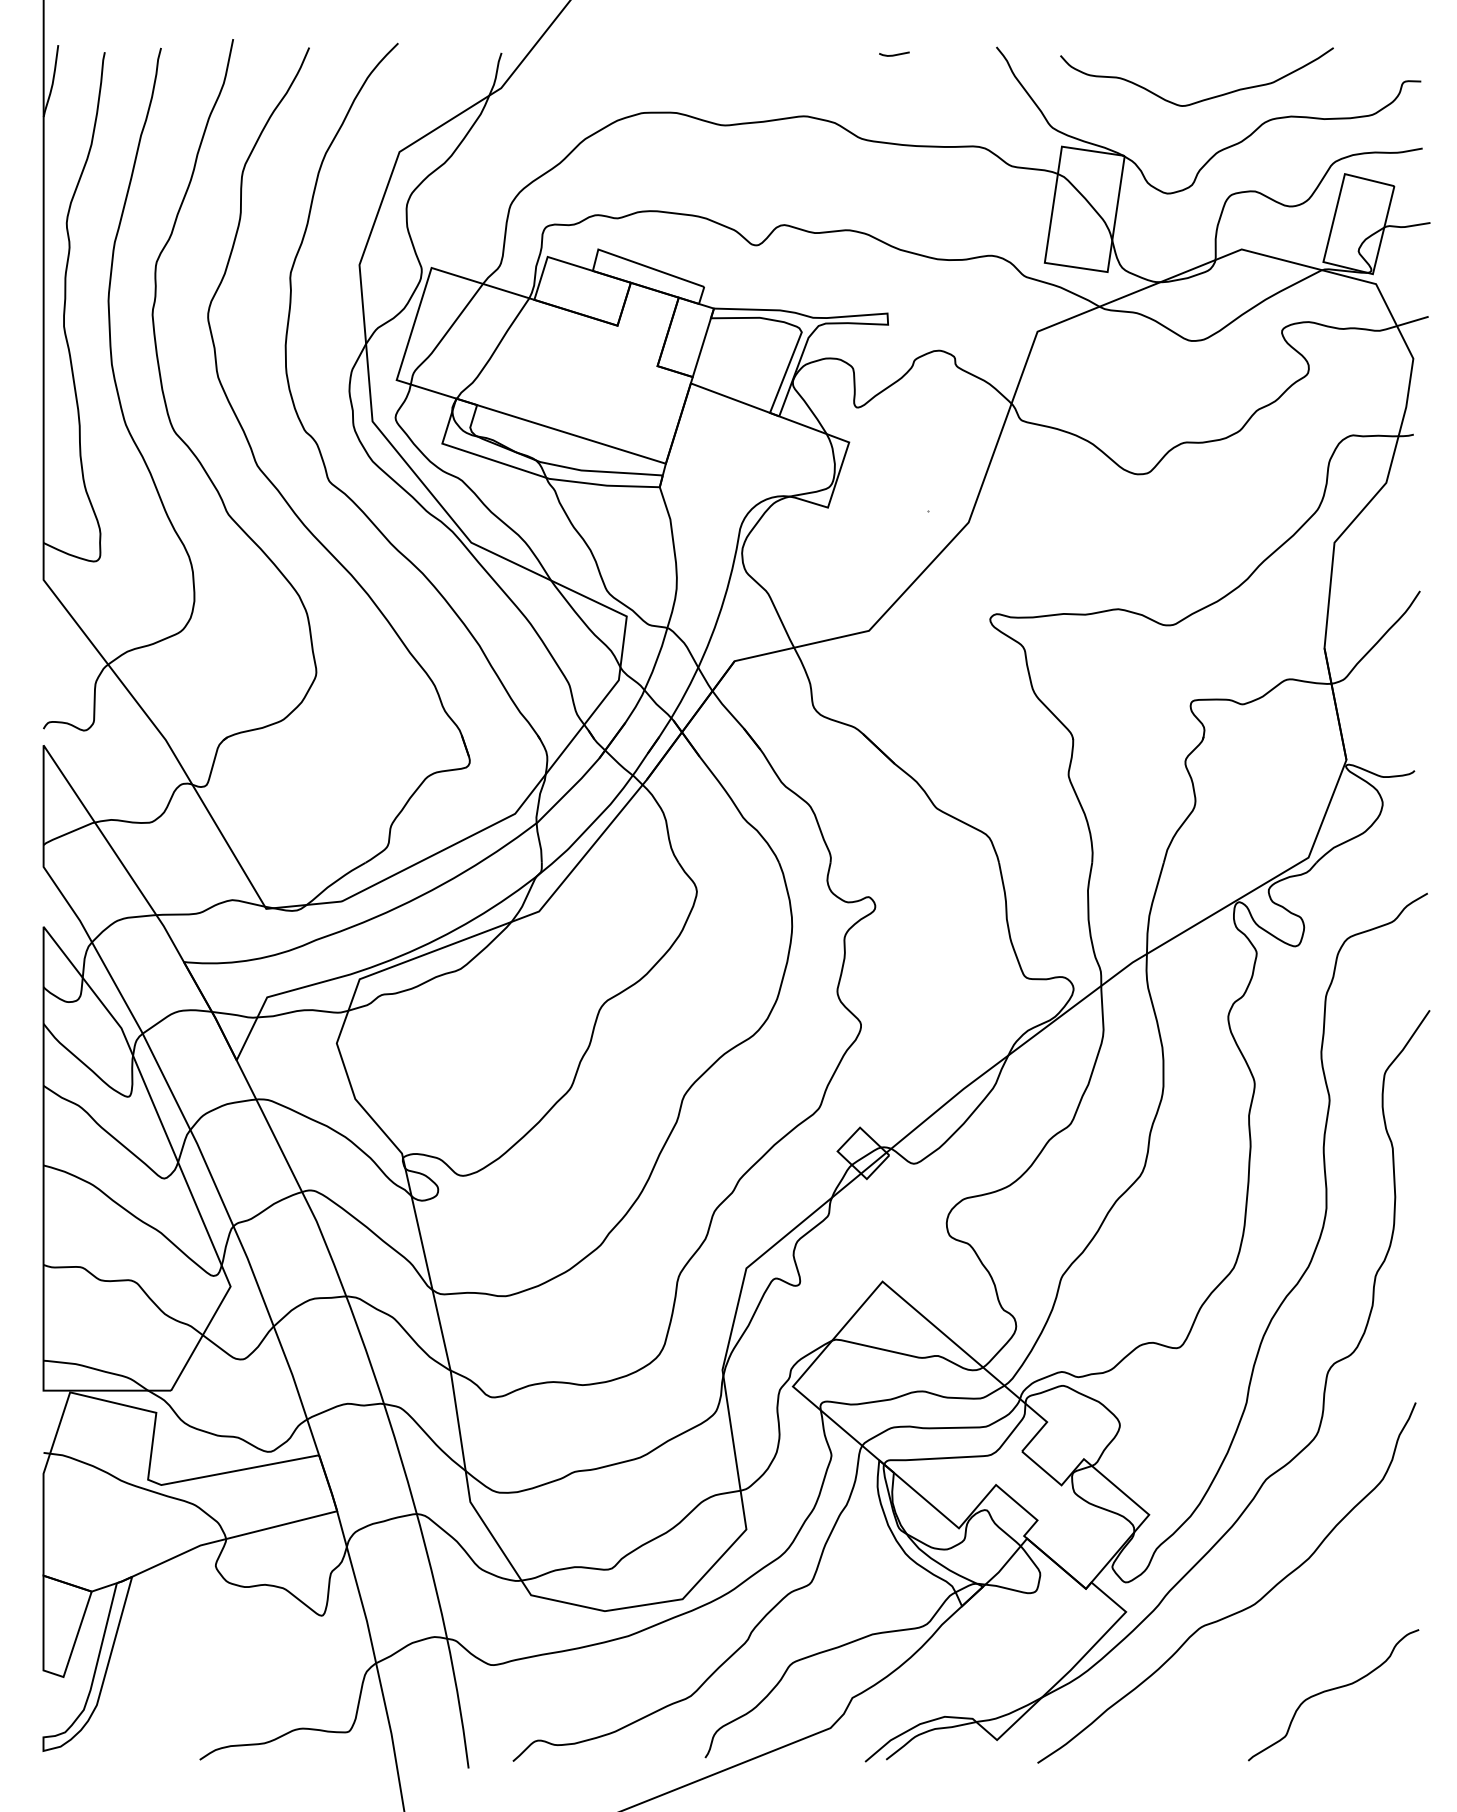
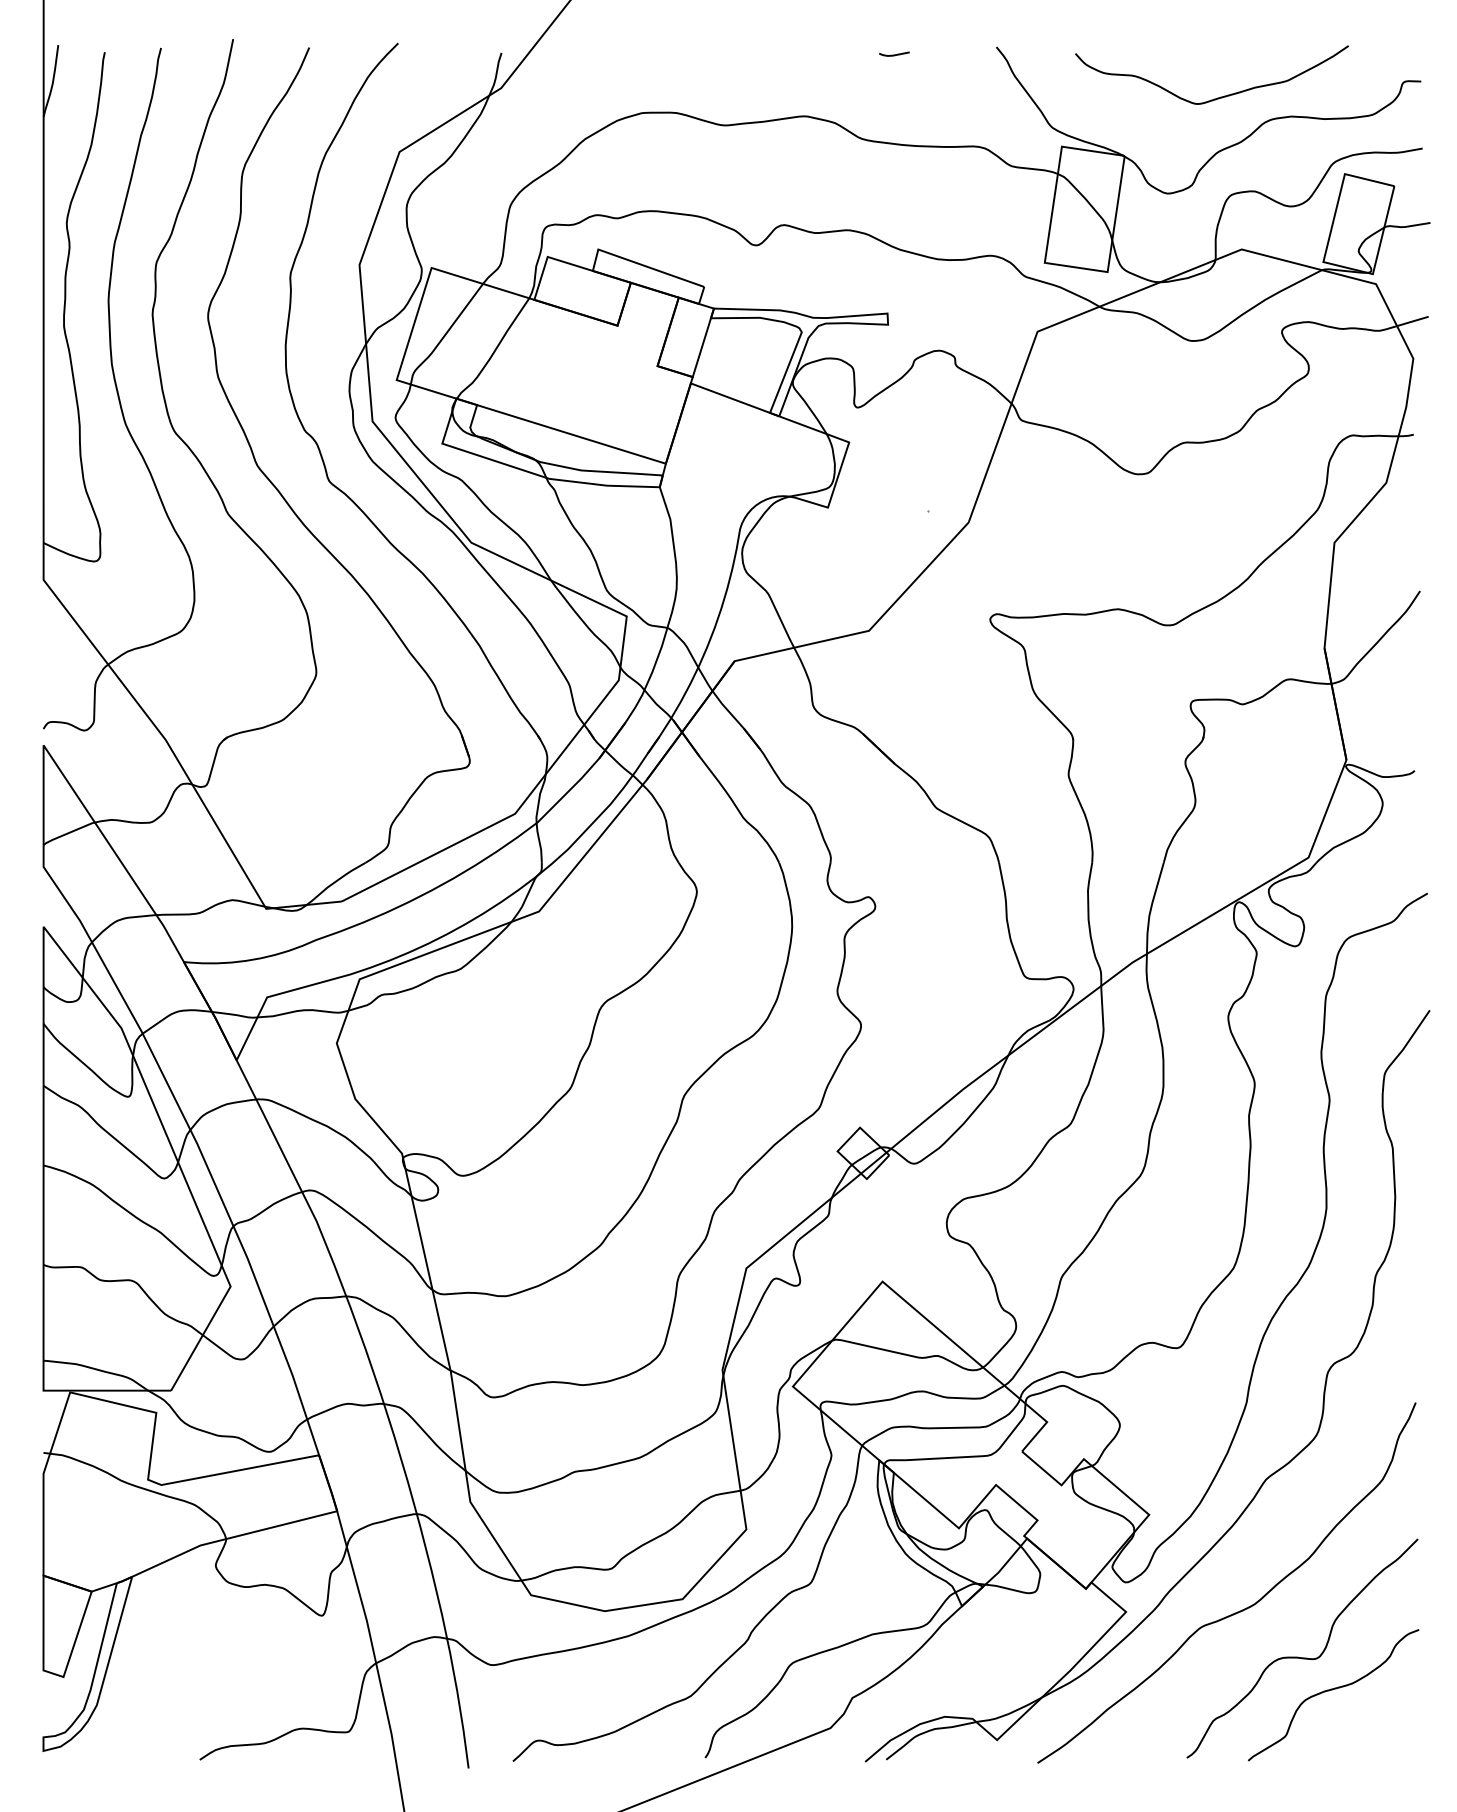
curve at (1205, 98) position: (1205, 98) -> (1220, 96)
curve at (1298, 1656): none -> present
